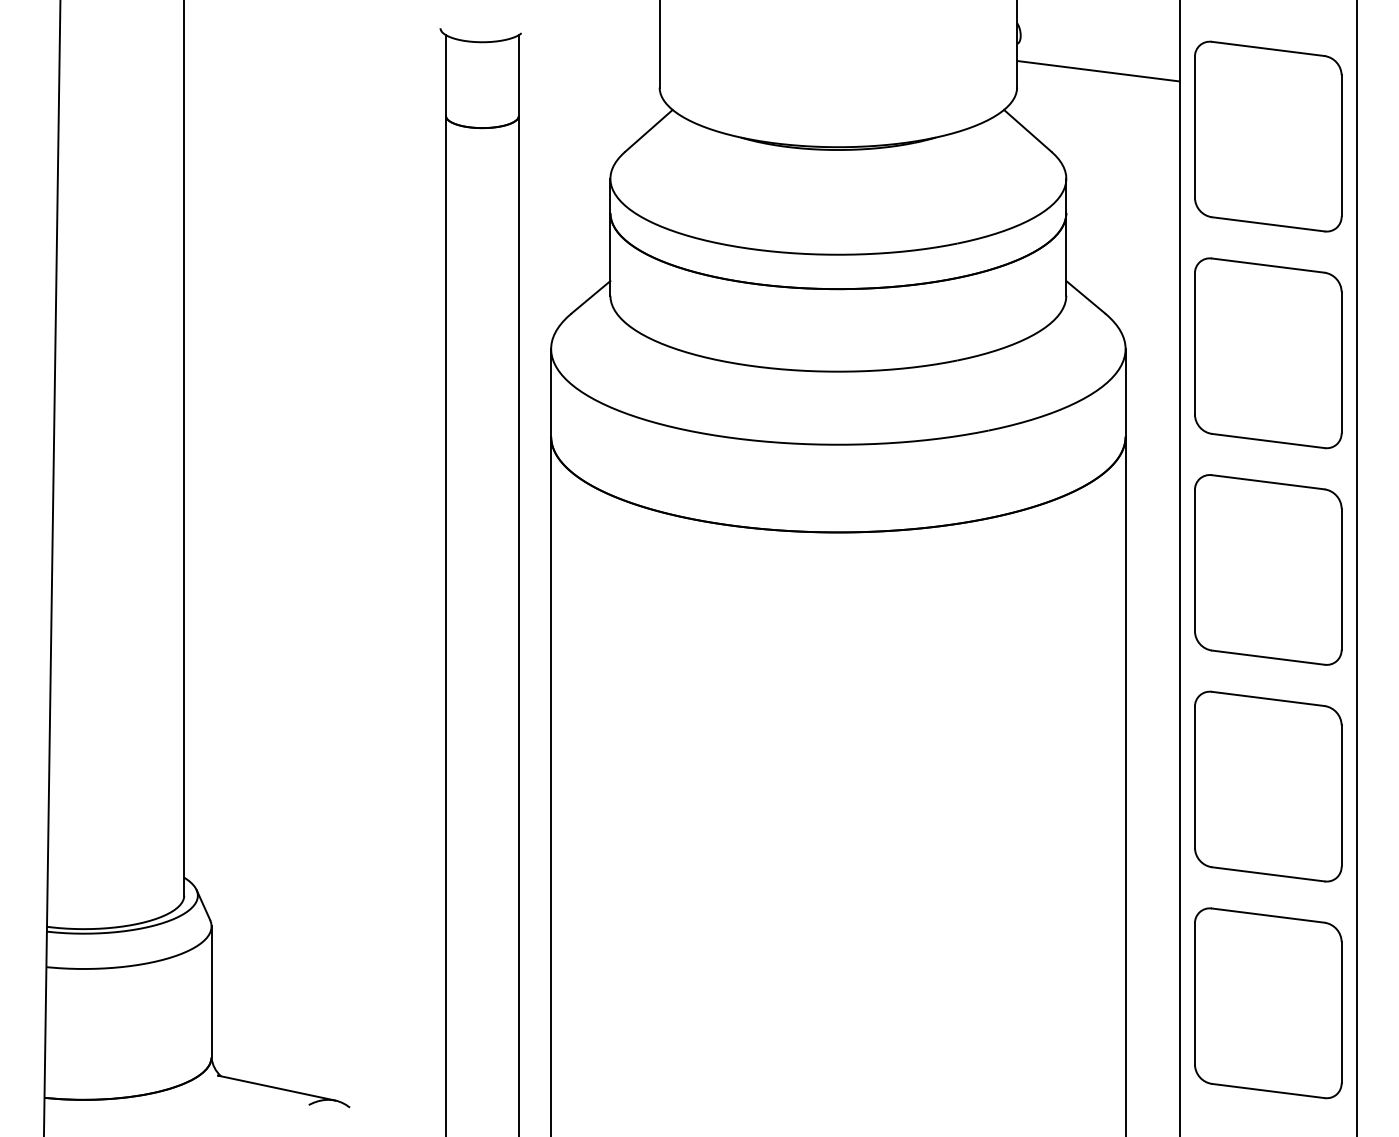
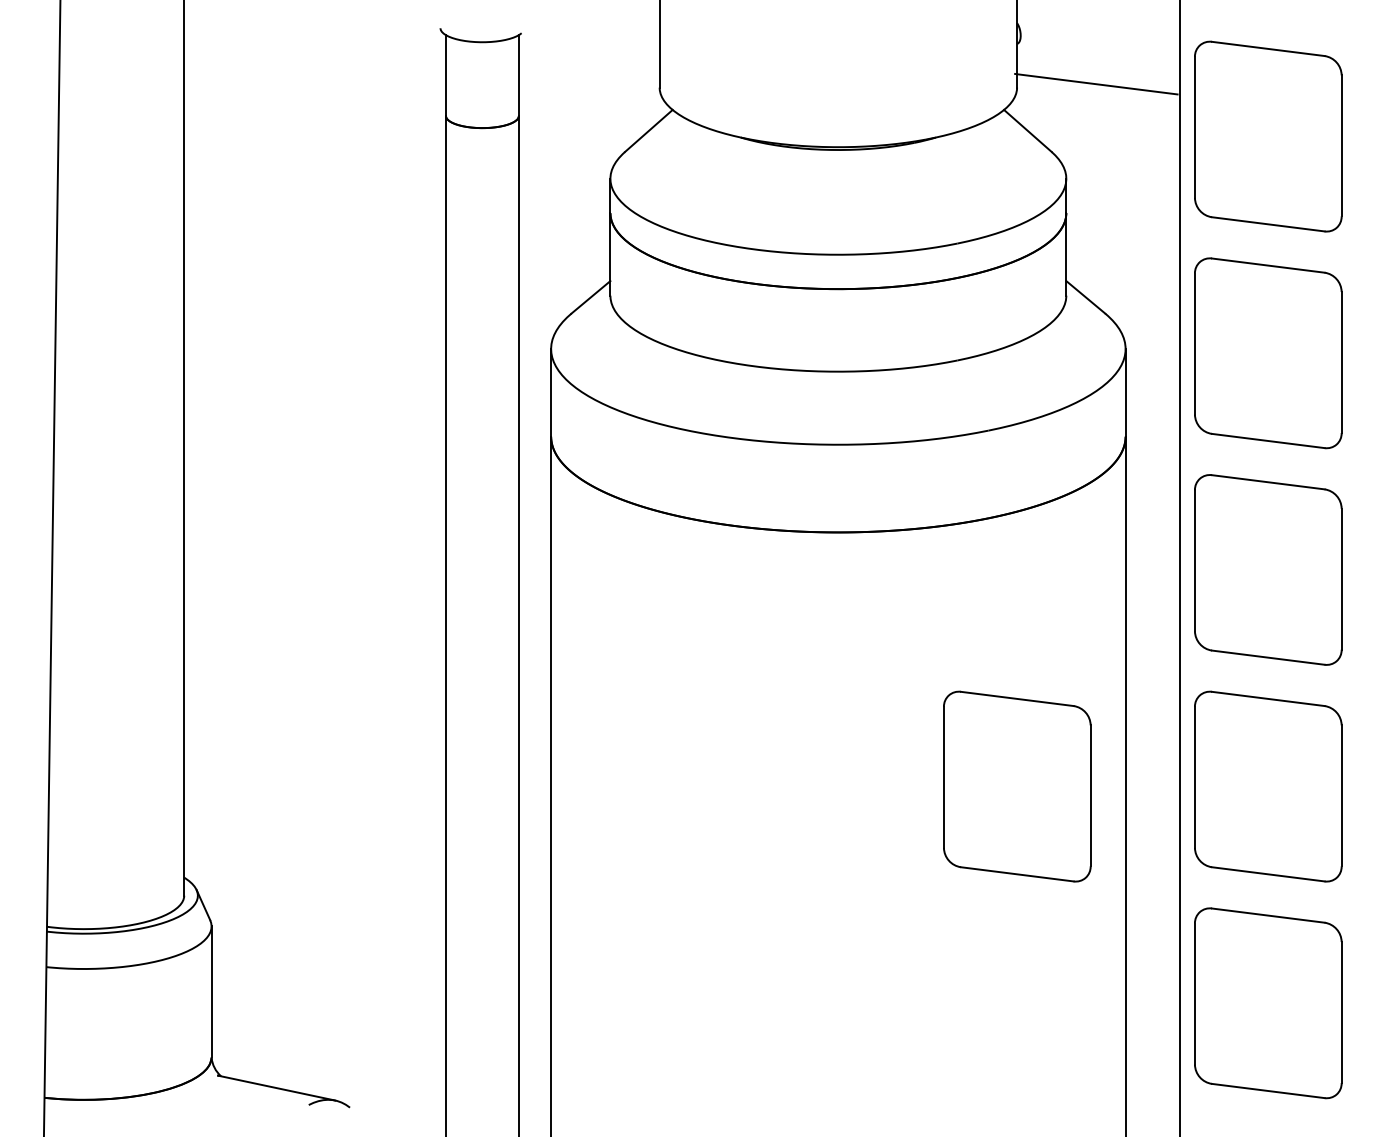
line at (1098, 70) position: (1098, 70) -> (1096, 83)
line at (1357, 567): present -> none
part at (1017, 786): none -> present
